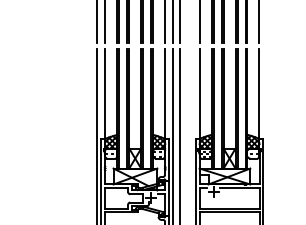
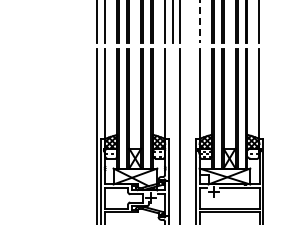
line at (199, 21): solid -> dashed
line at (173, 134): present -> none
